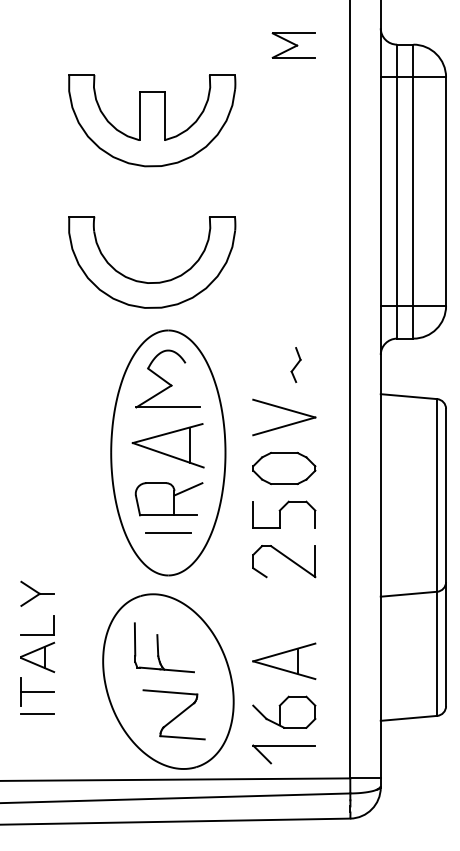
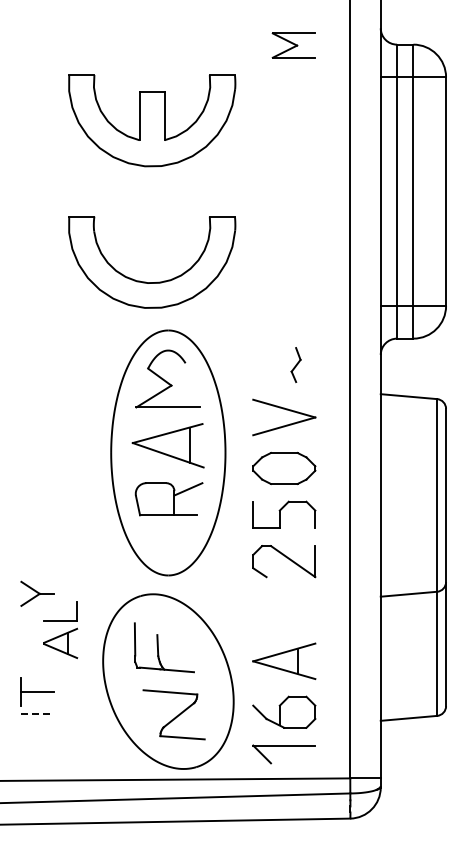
line at (168, 532): present -> none
part at (37, 643) position: (37, 643) -> (60, 629)
line at (38, 714): solid -> dashed
